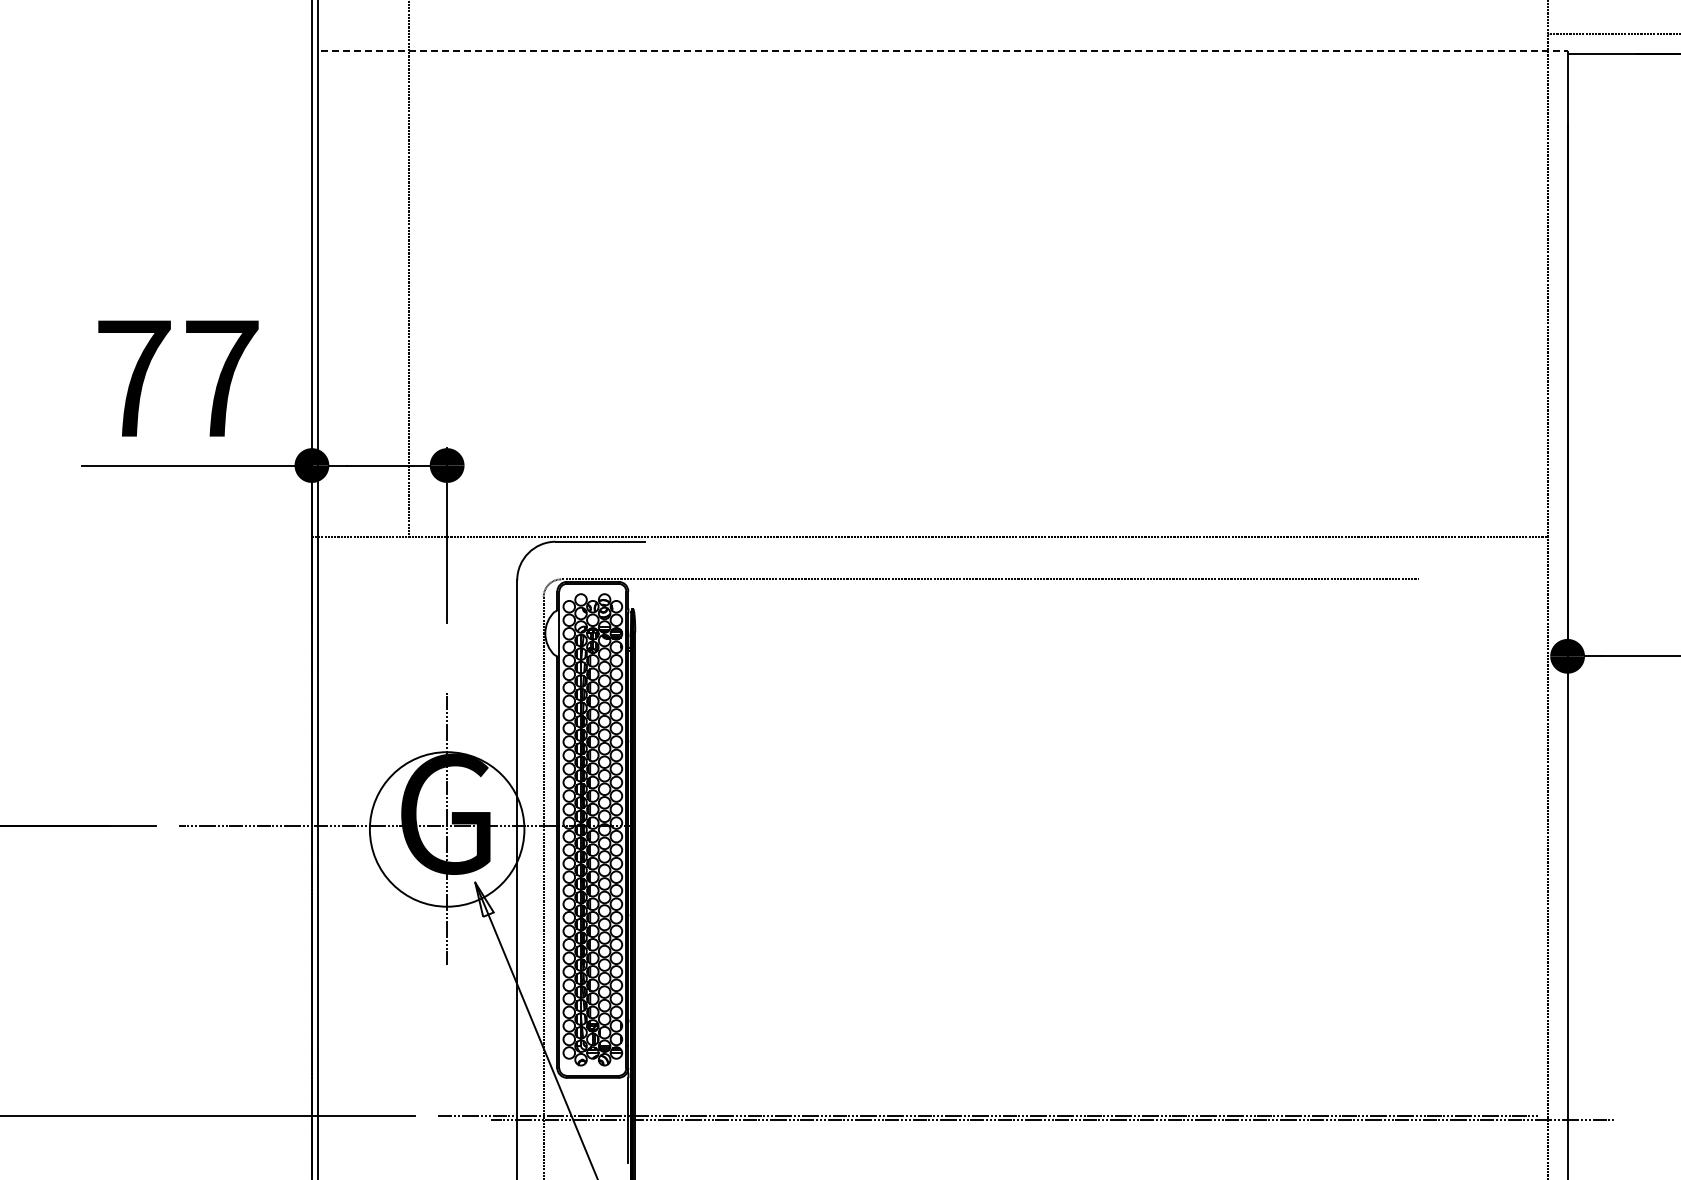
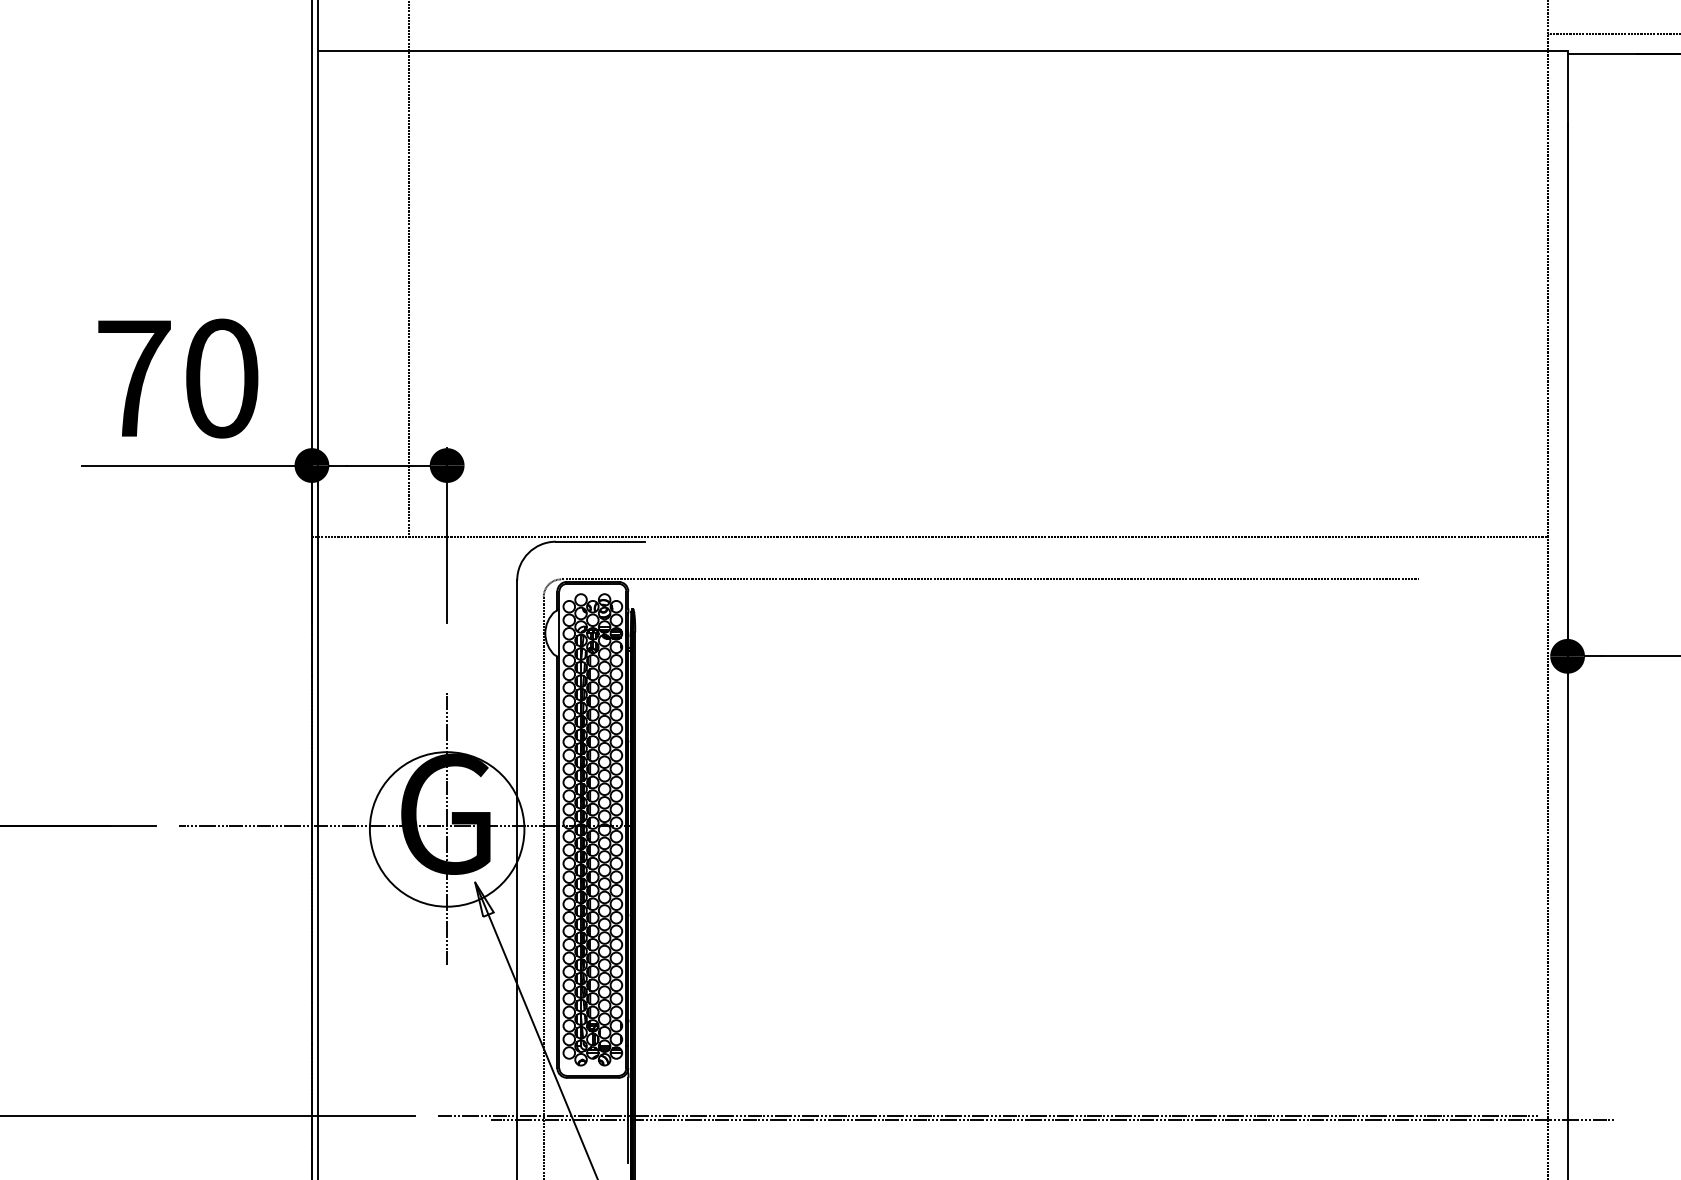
line at (944, 50): dashed -> solid
text at (222, 378): 77 -> 70
